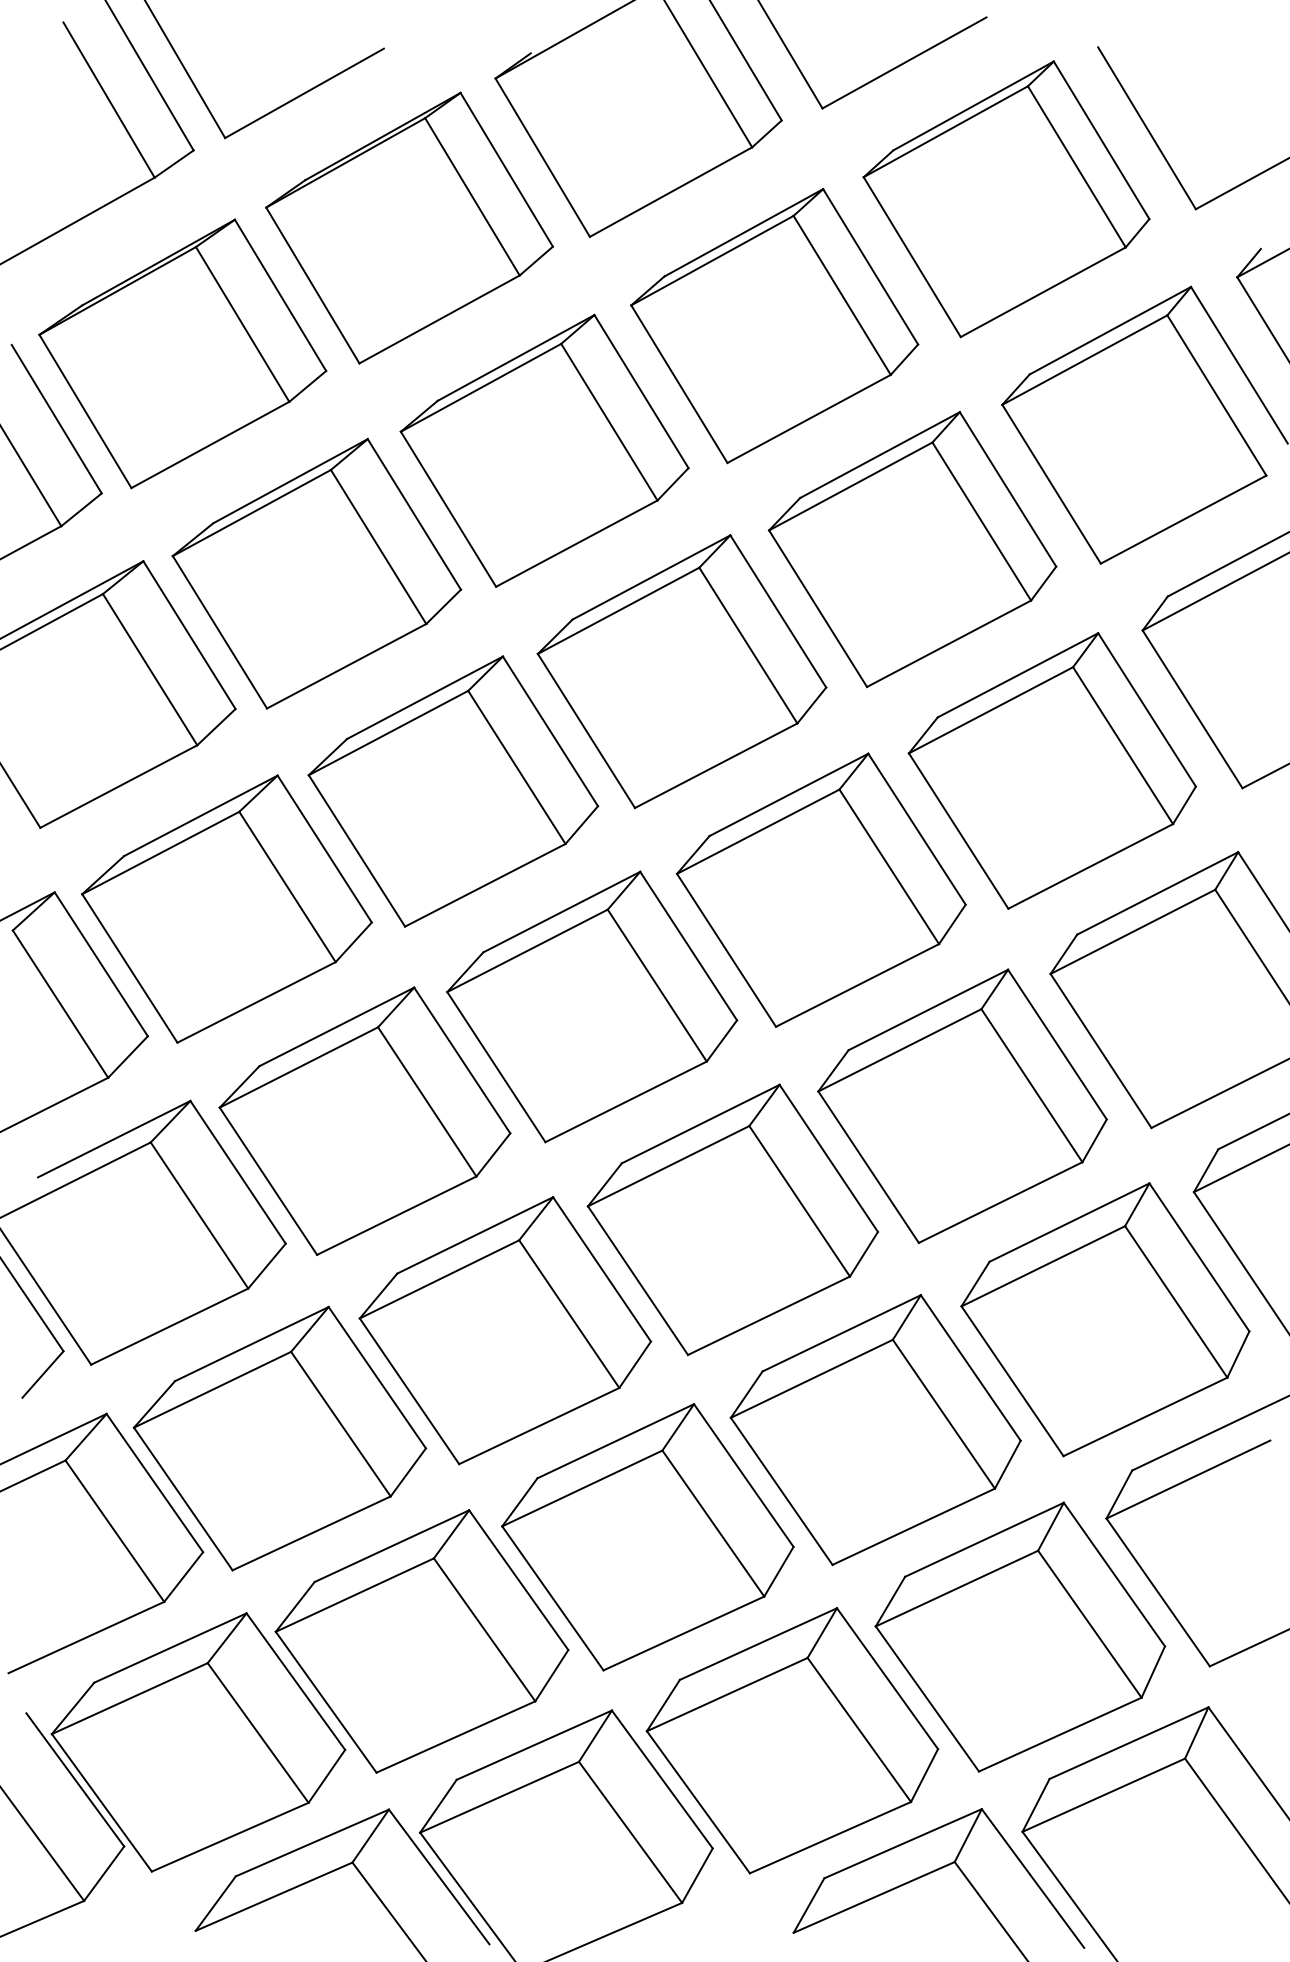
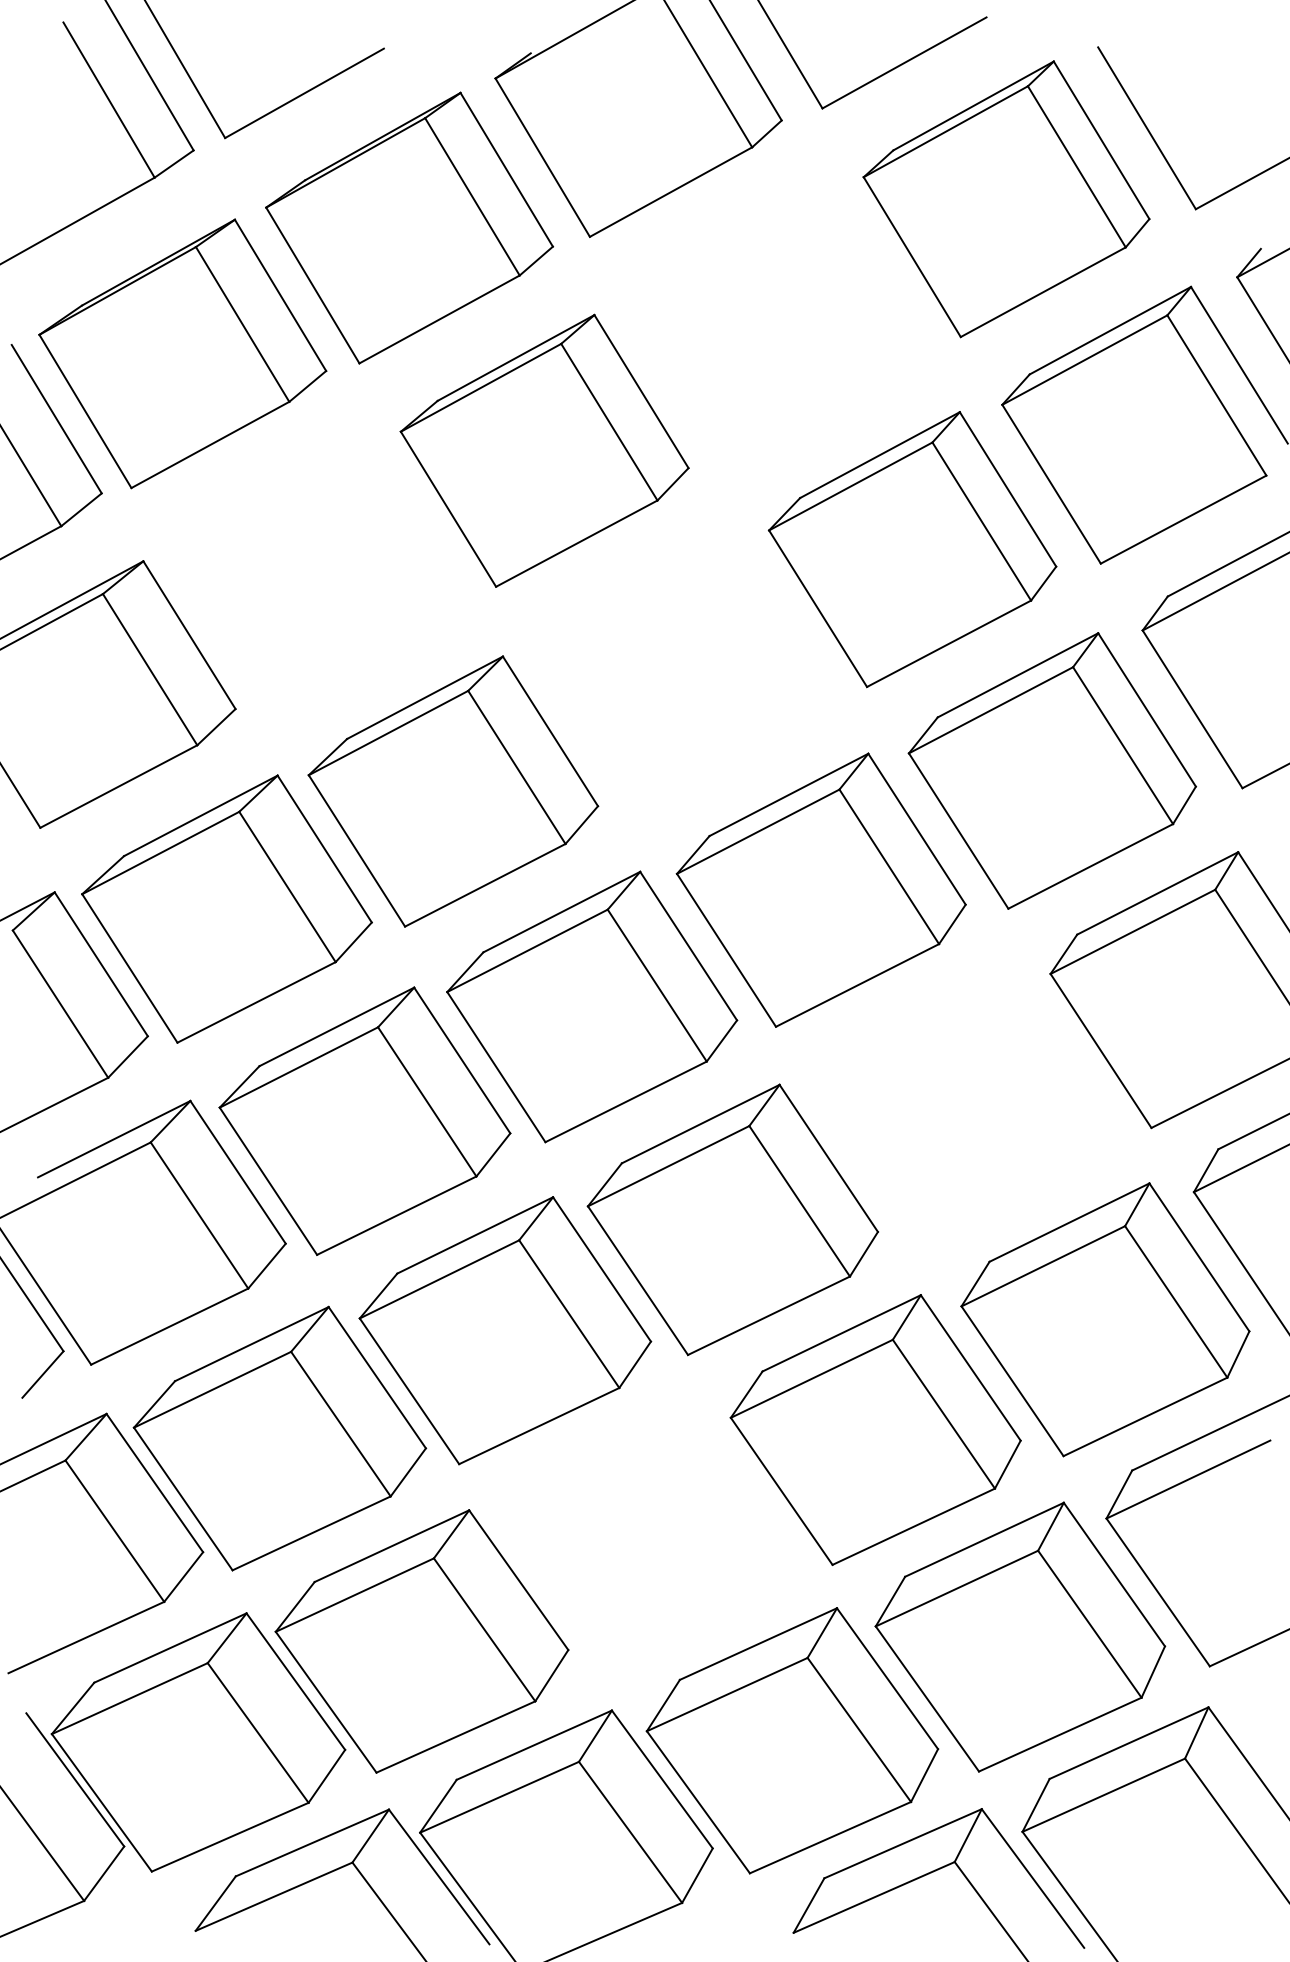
part at (774, 326): present -> none
part at (316, 573): present -> none
part at (681, 671): present -> none
part at (962, 1105): present -> none
part at (647, 1537): present -> none
